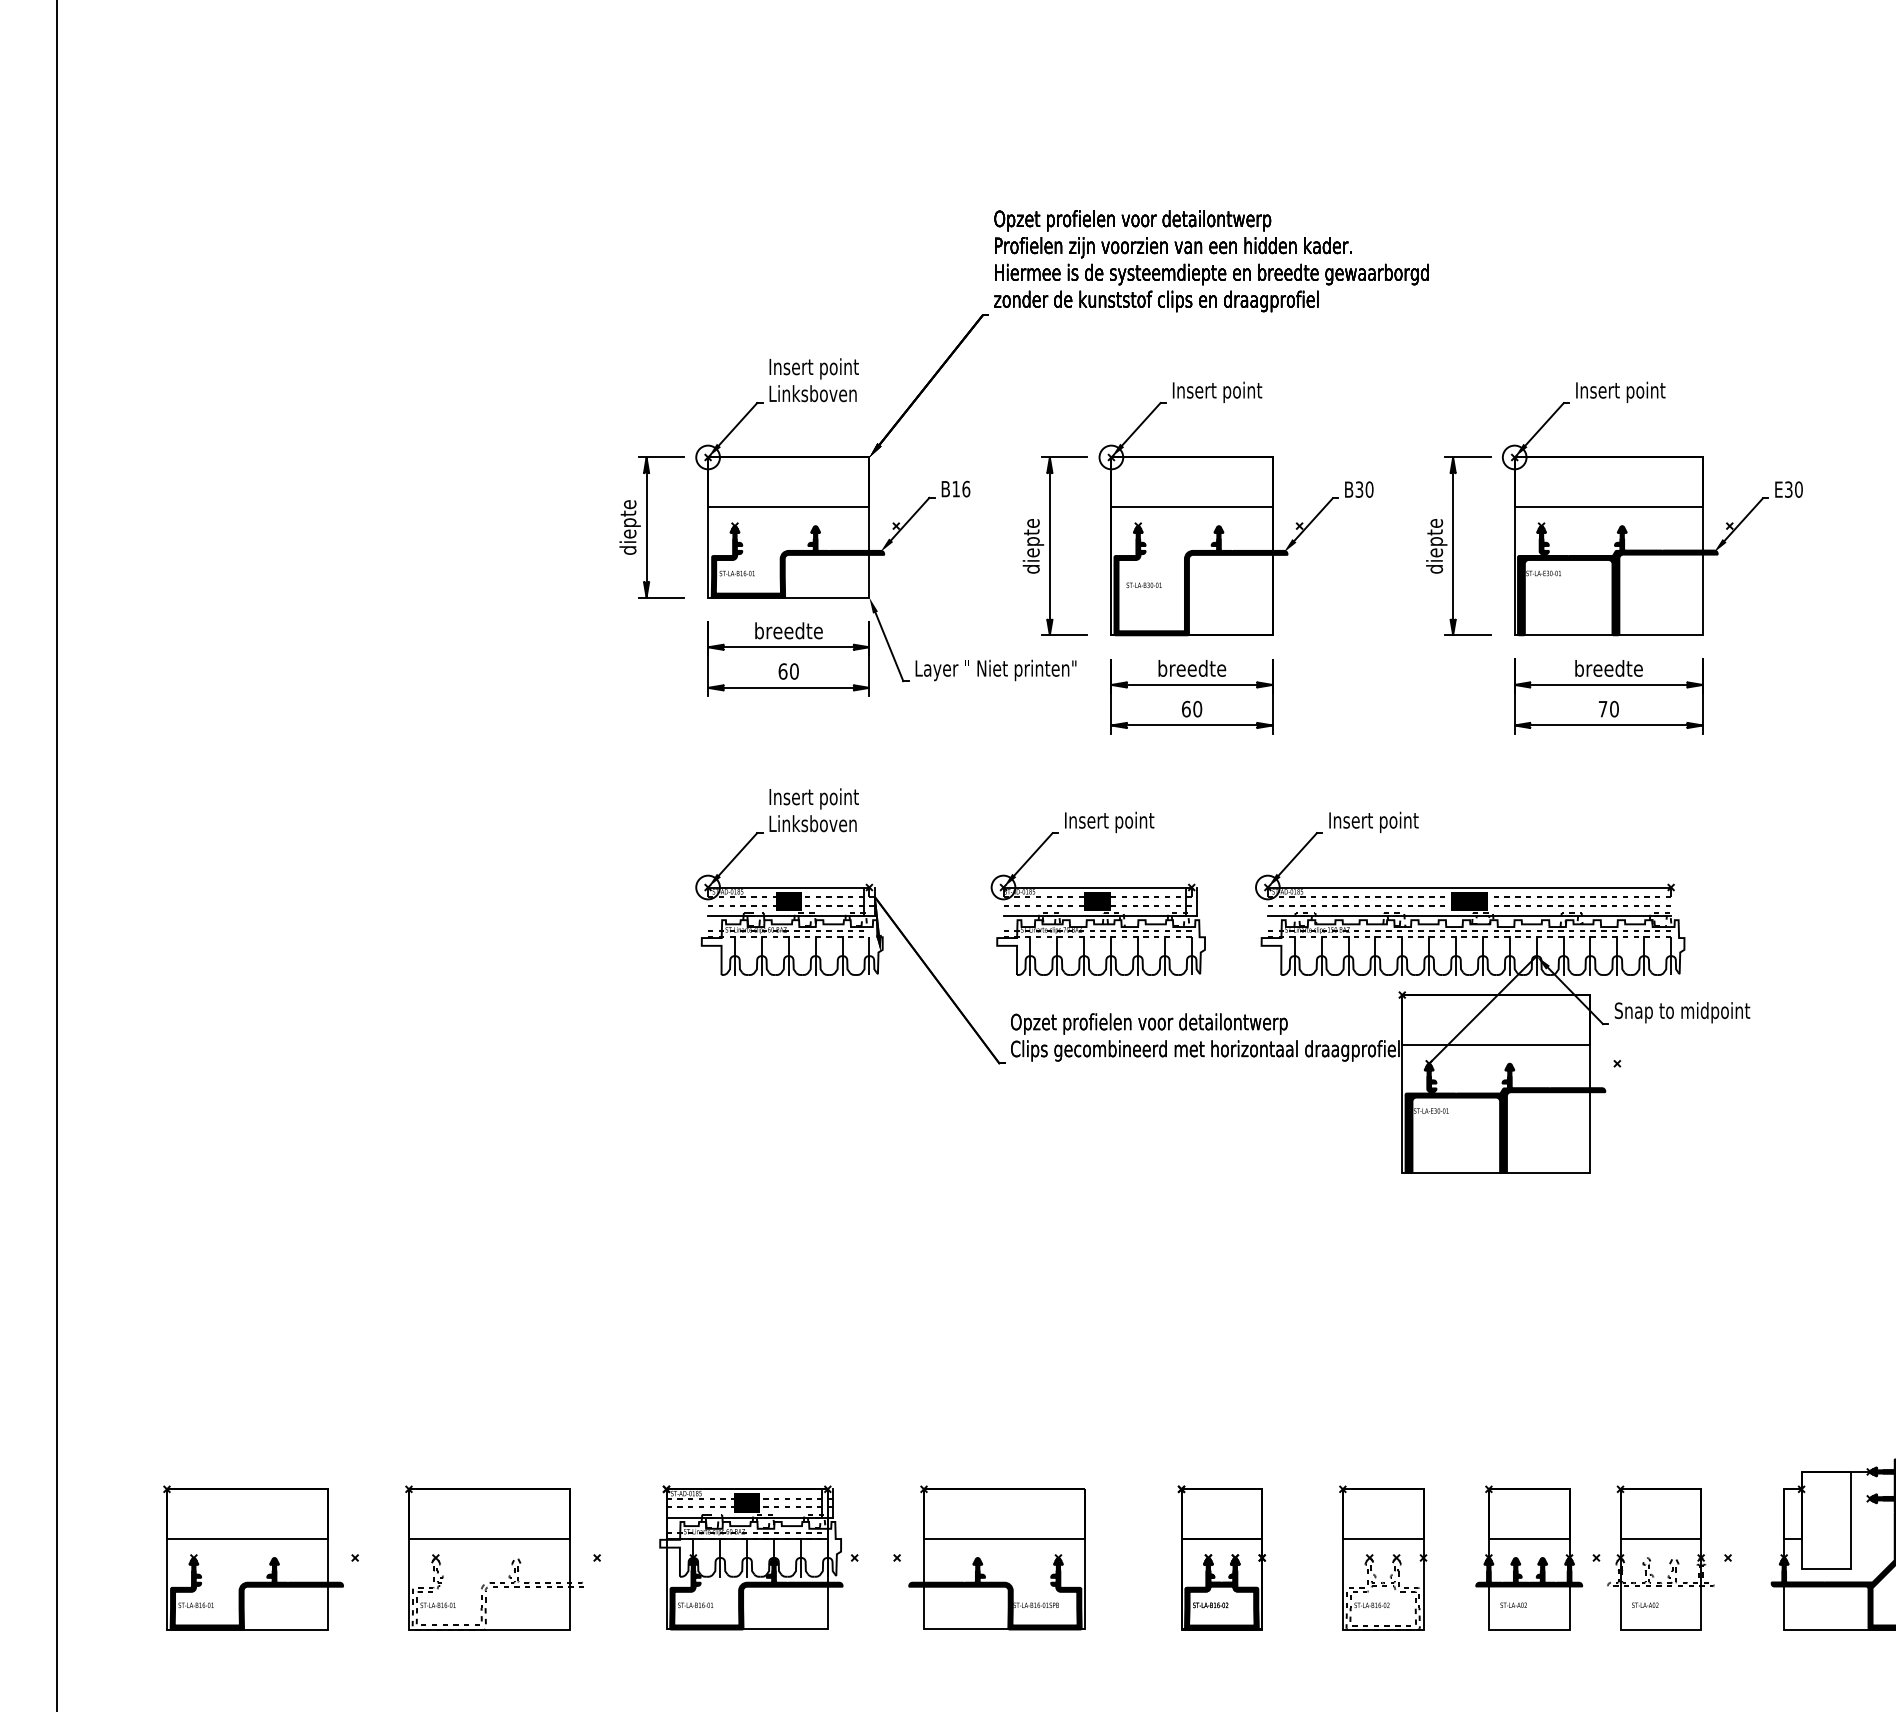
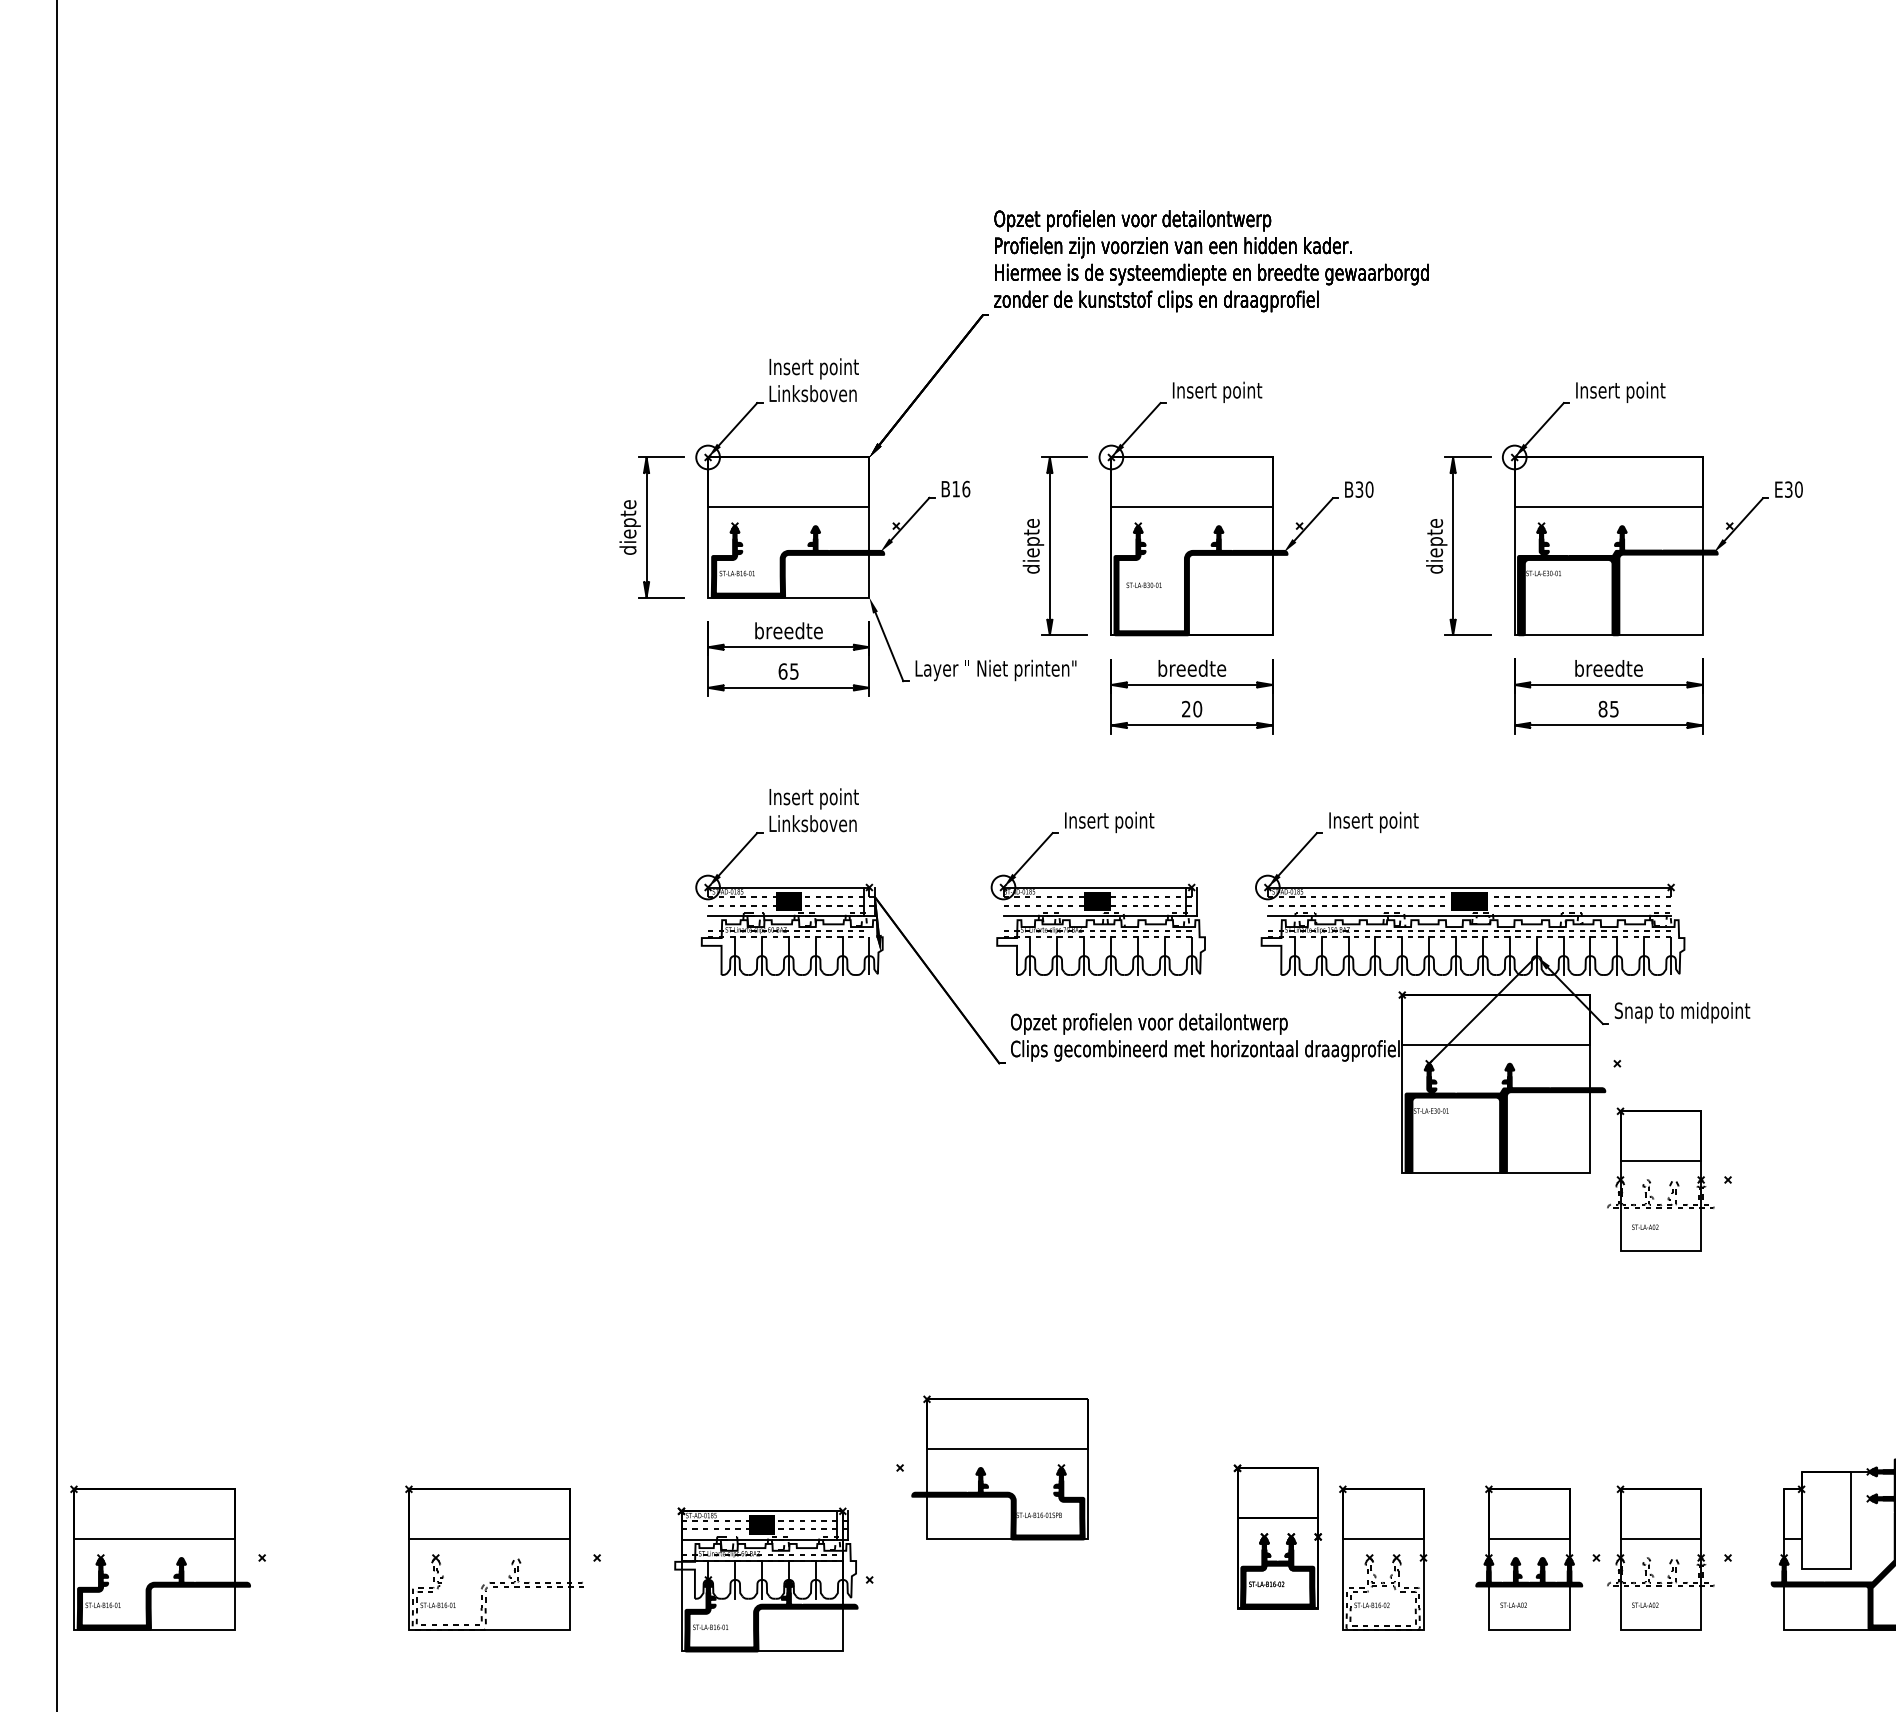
text at (794, 671): 60 -> 65
text at (1186, 708): 60 -> 20
text at (1608, 708): 70 -> 85
part at (1669, 1179): none -> present
part at (260, 1557) position: (260, 1557) -> (167, 1557)
part at (758, 1557) position: (758, 1557) -> (773, 1579)
part at (989, 1557) position: (989, 1557) -> (992, 1467)
part at (1221, 1557) position: (1221, 1557) -> (1277, 1536)
